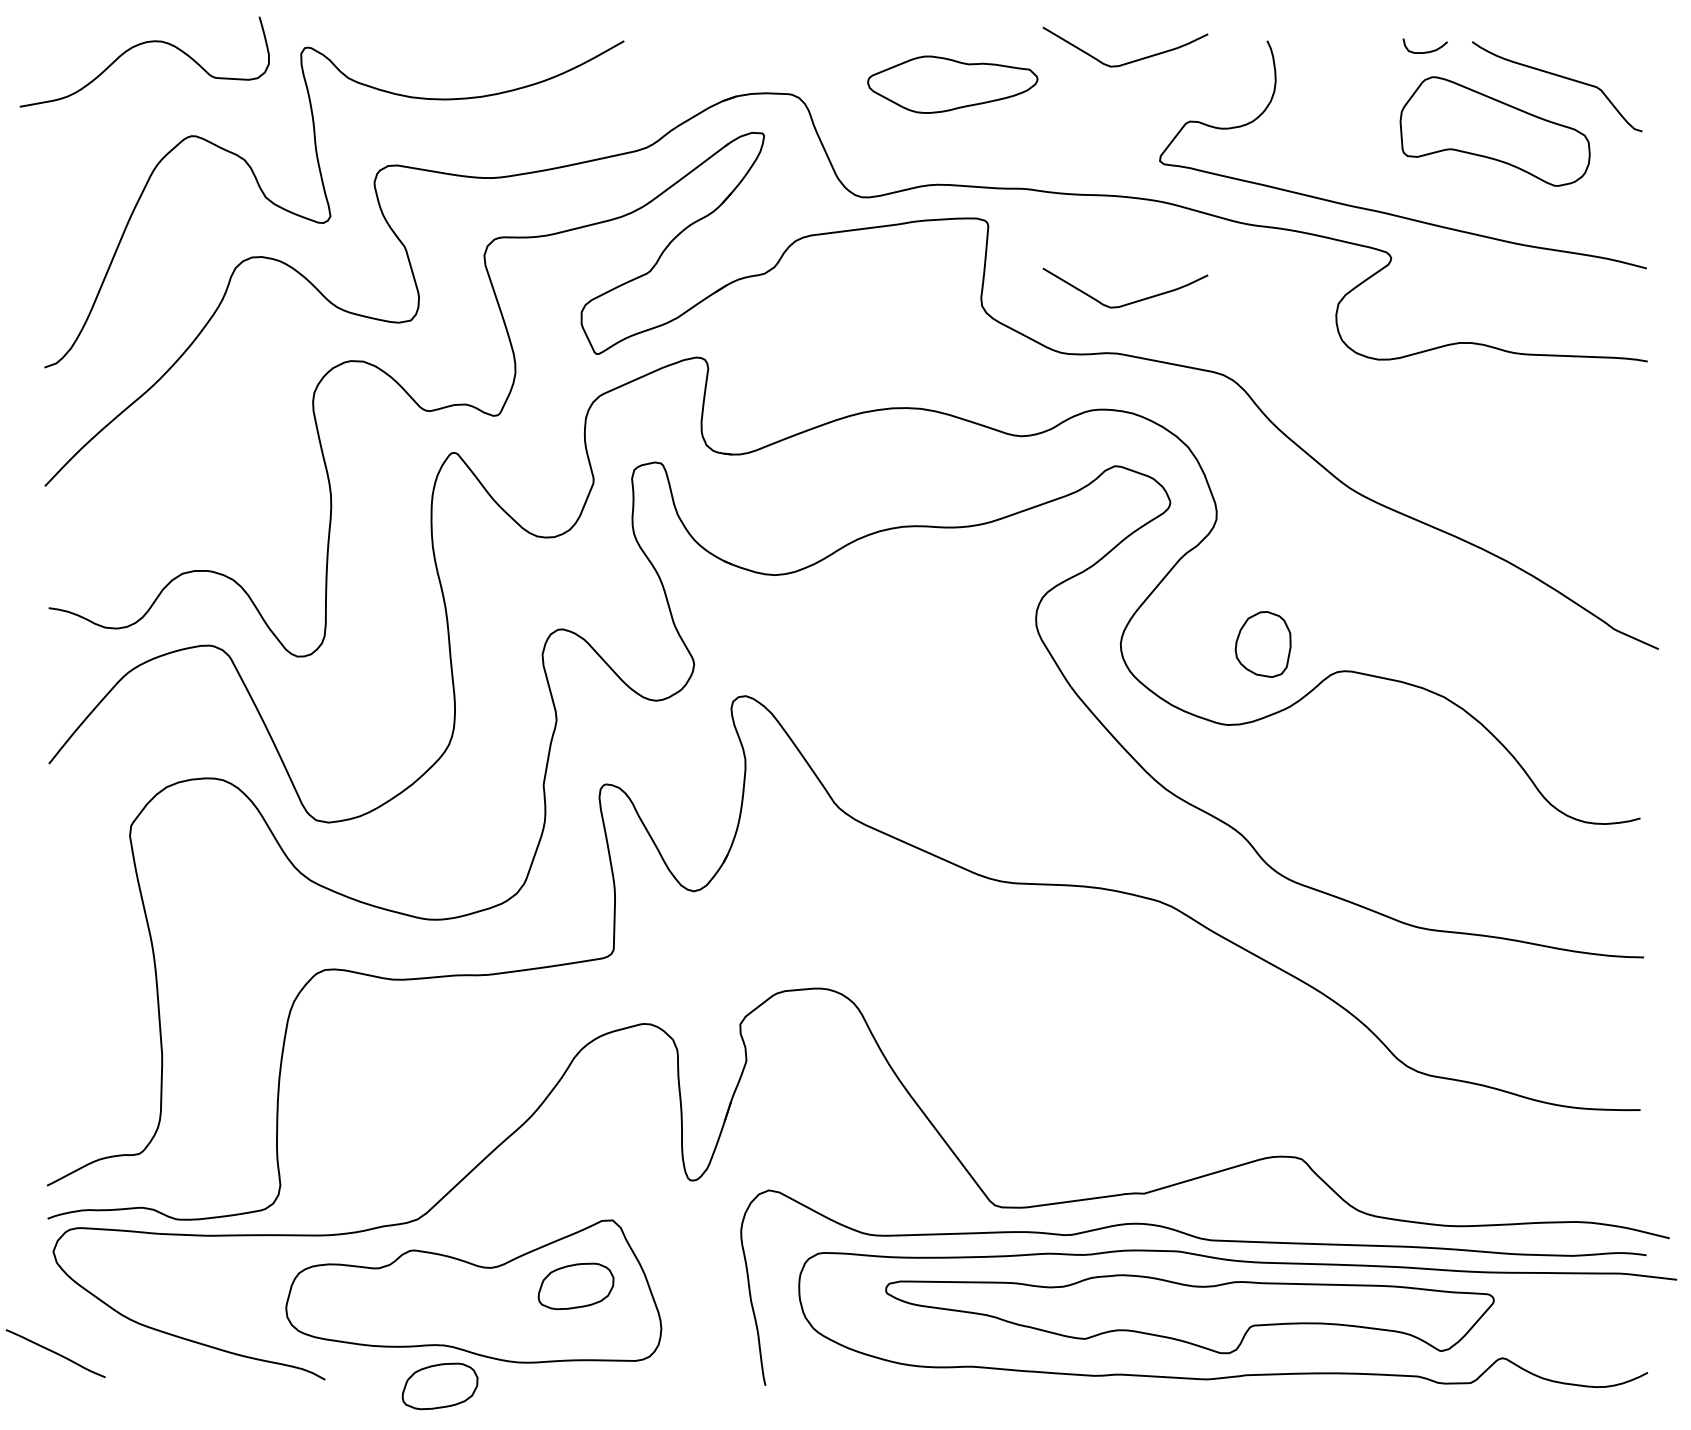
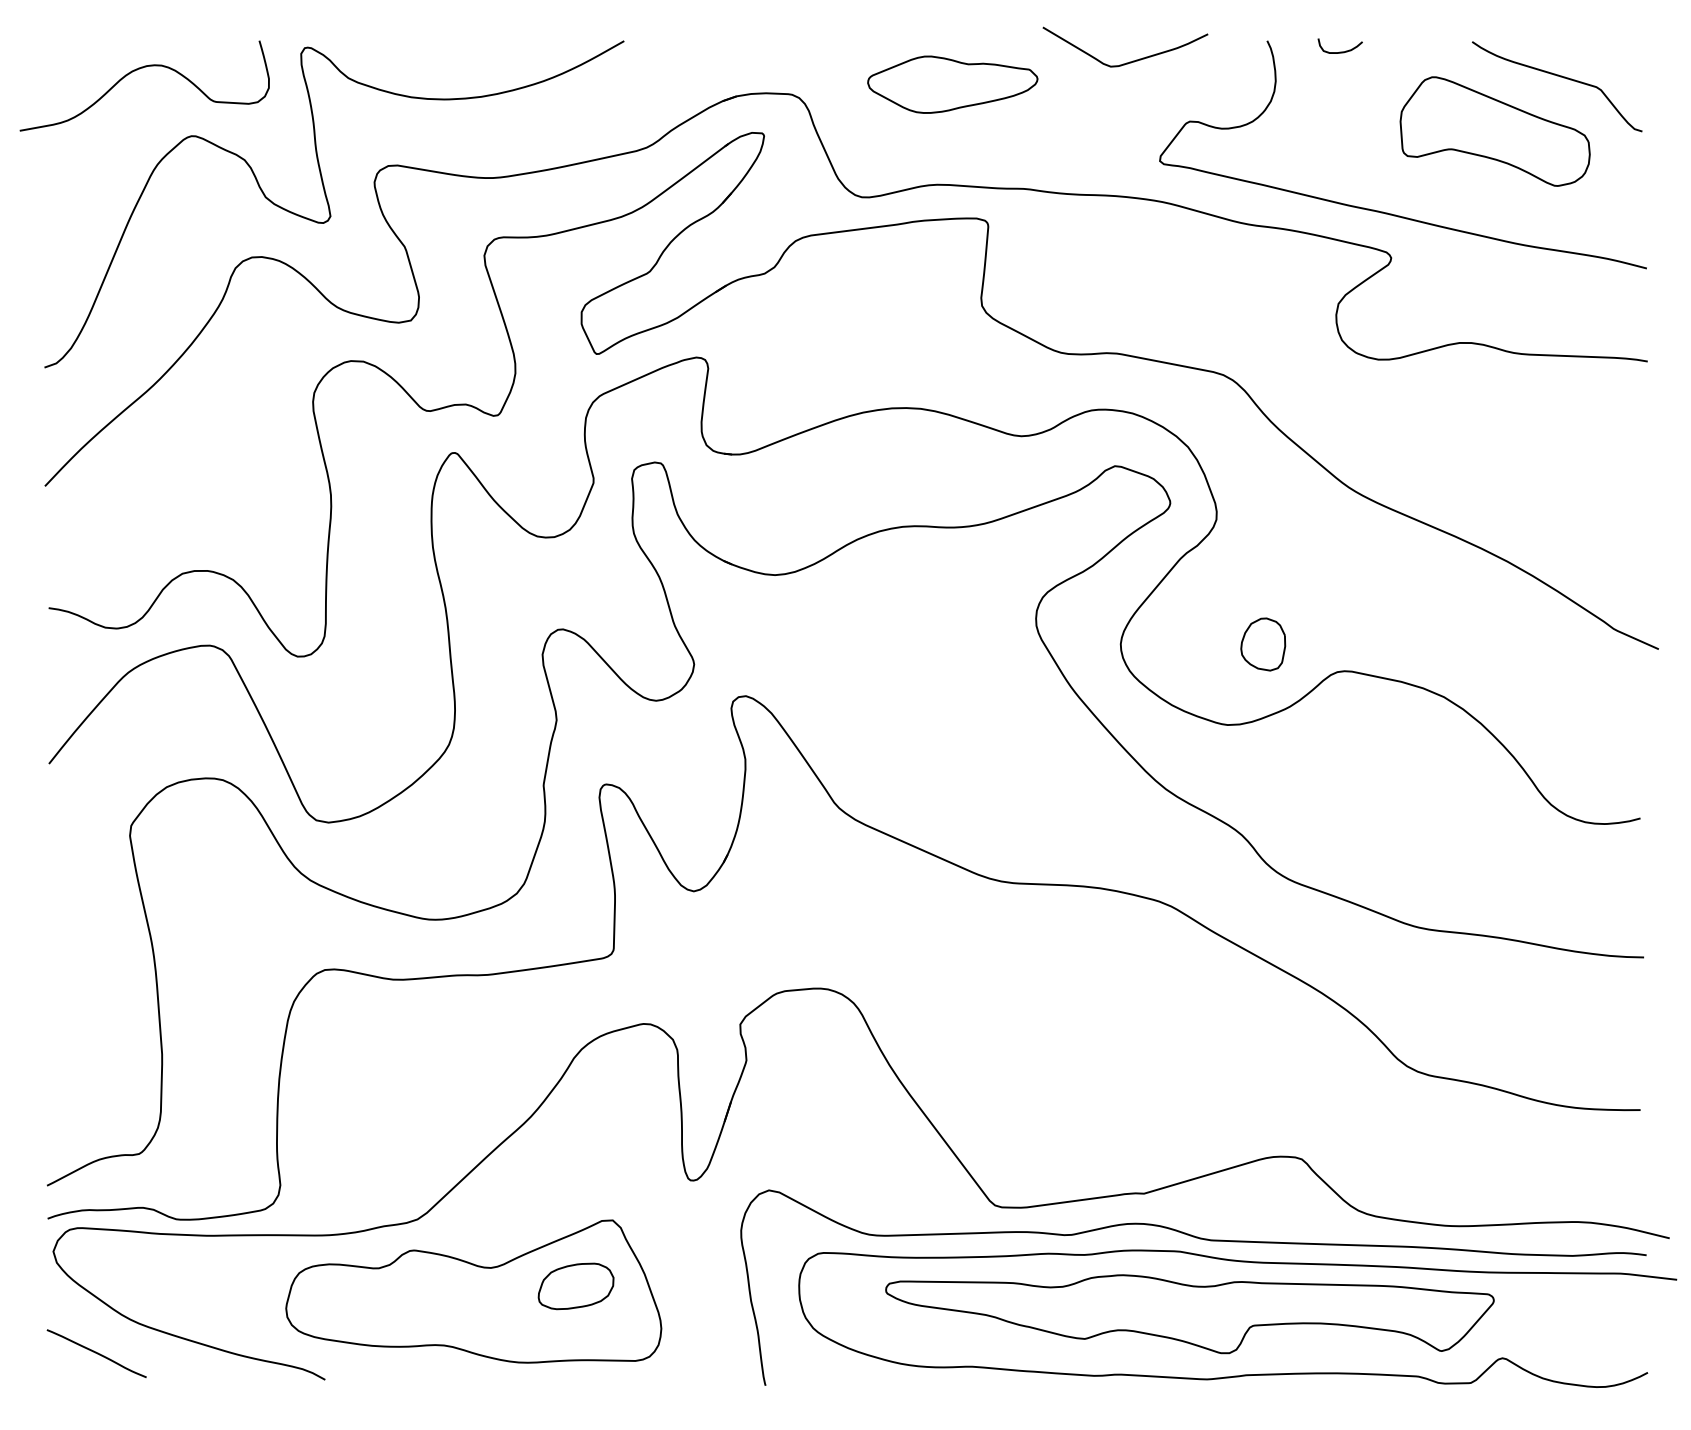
curve at (137, 46) position: (137, 46) -> (137, 70)
curve at (1424, 51) position: (1424, 51) -> (1339, 51)
curve at (1129, 302): present -> none
part at (1262, 644) size: 58x67 px -> 47x55 px
curve at (55, 1353) position: (55, 1353) -> (96, 1353)
part at (439, 1386): present -> none
